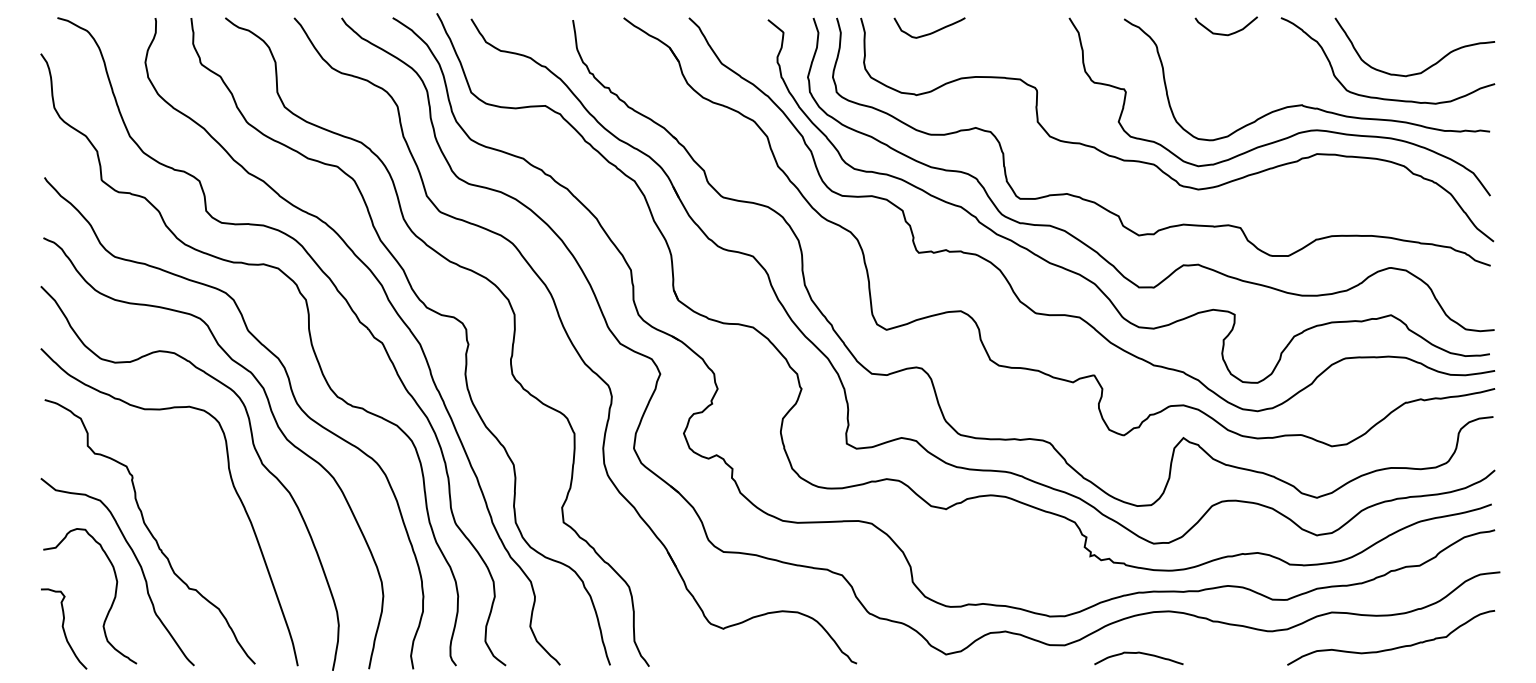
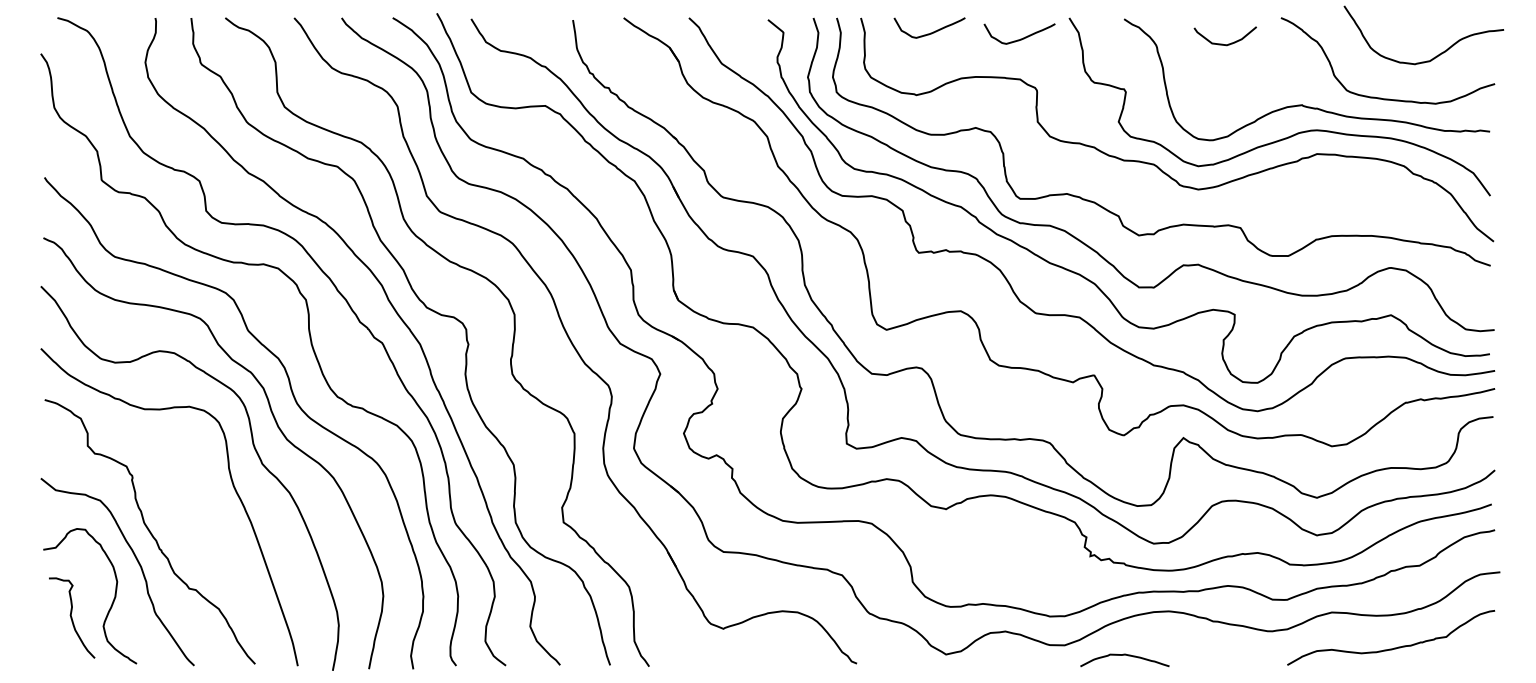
curve at (1223, 33) position: (1223, 33) -> (1222, 43)
curve at (1020, 38): none -> present
curve at (1427, 67) position: (1427, 67) -> (1436, 55)
curve at (64, 628) position: (64, 628) -> (72, 617)
curve at (1138, 653) position: (1138, 653) -> (1124, 655)
